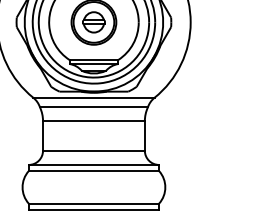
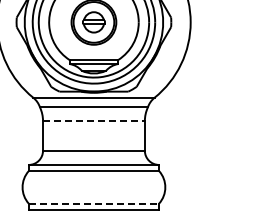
line at (93, 121): solid -> dashed
line at (94, 203): solid -> dashed
